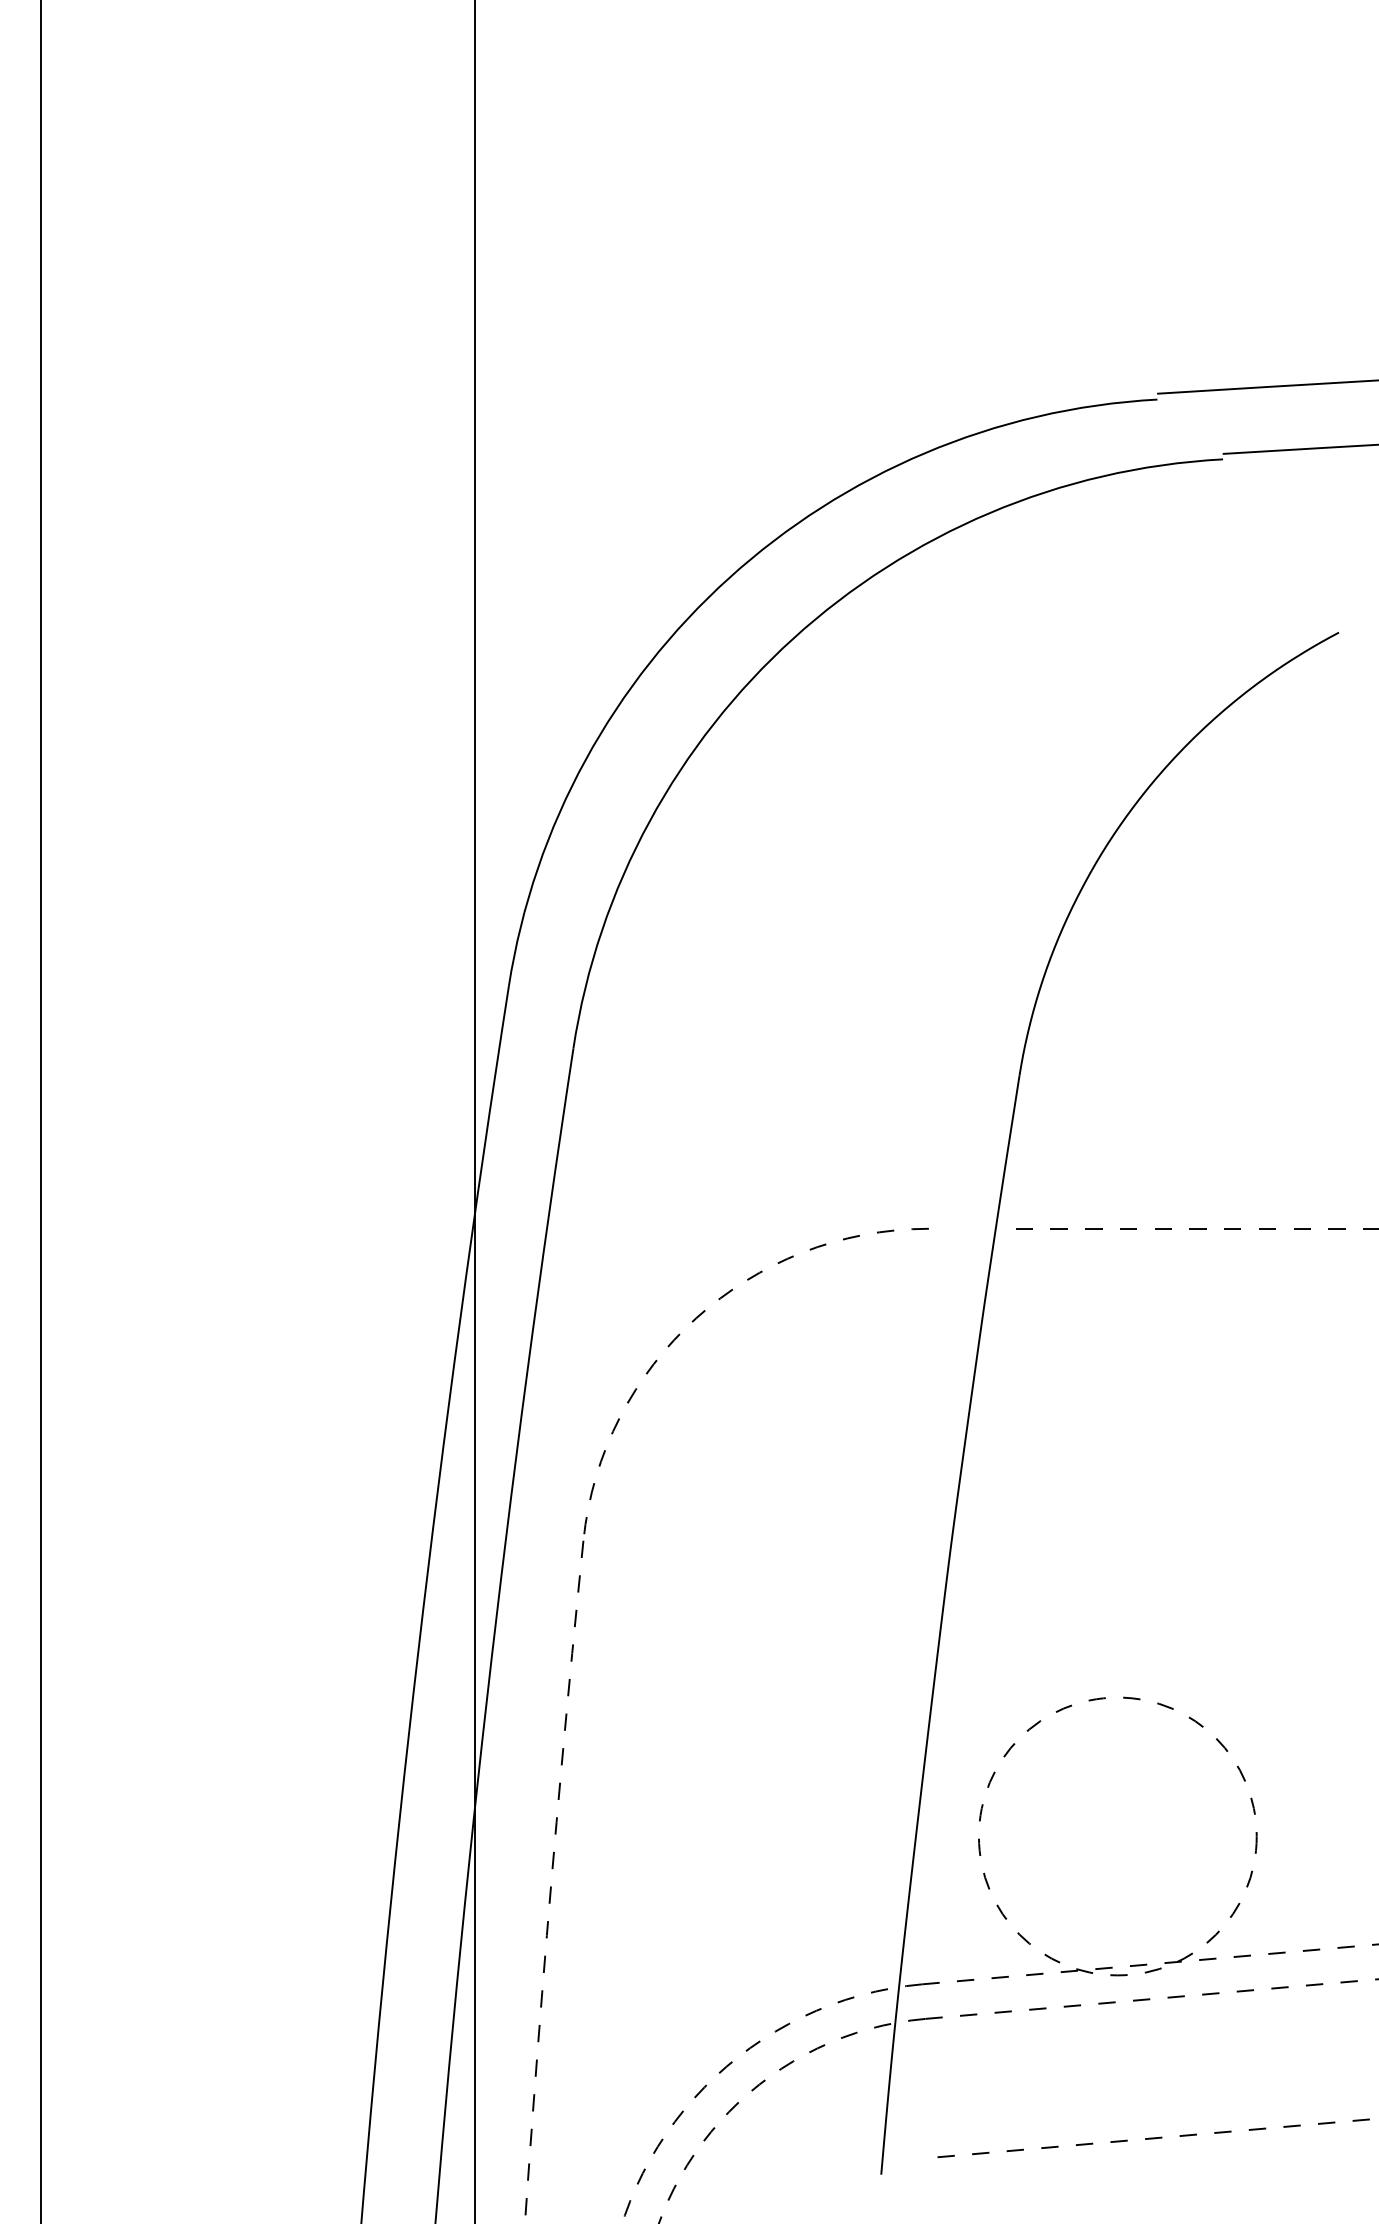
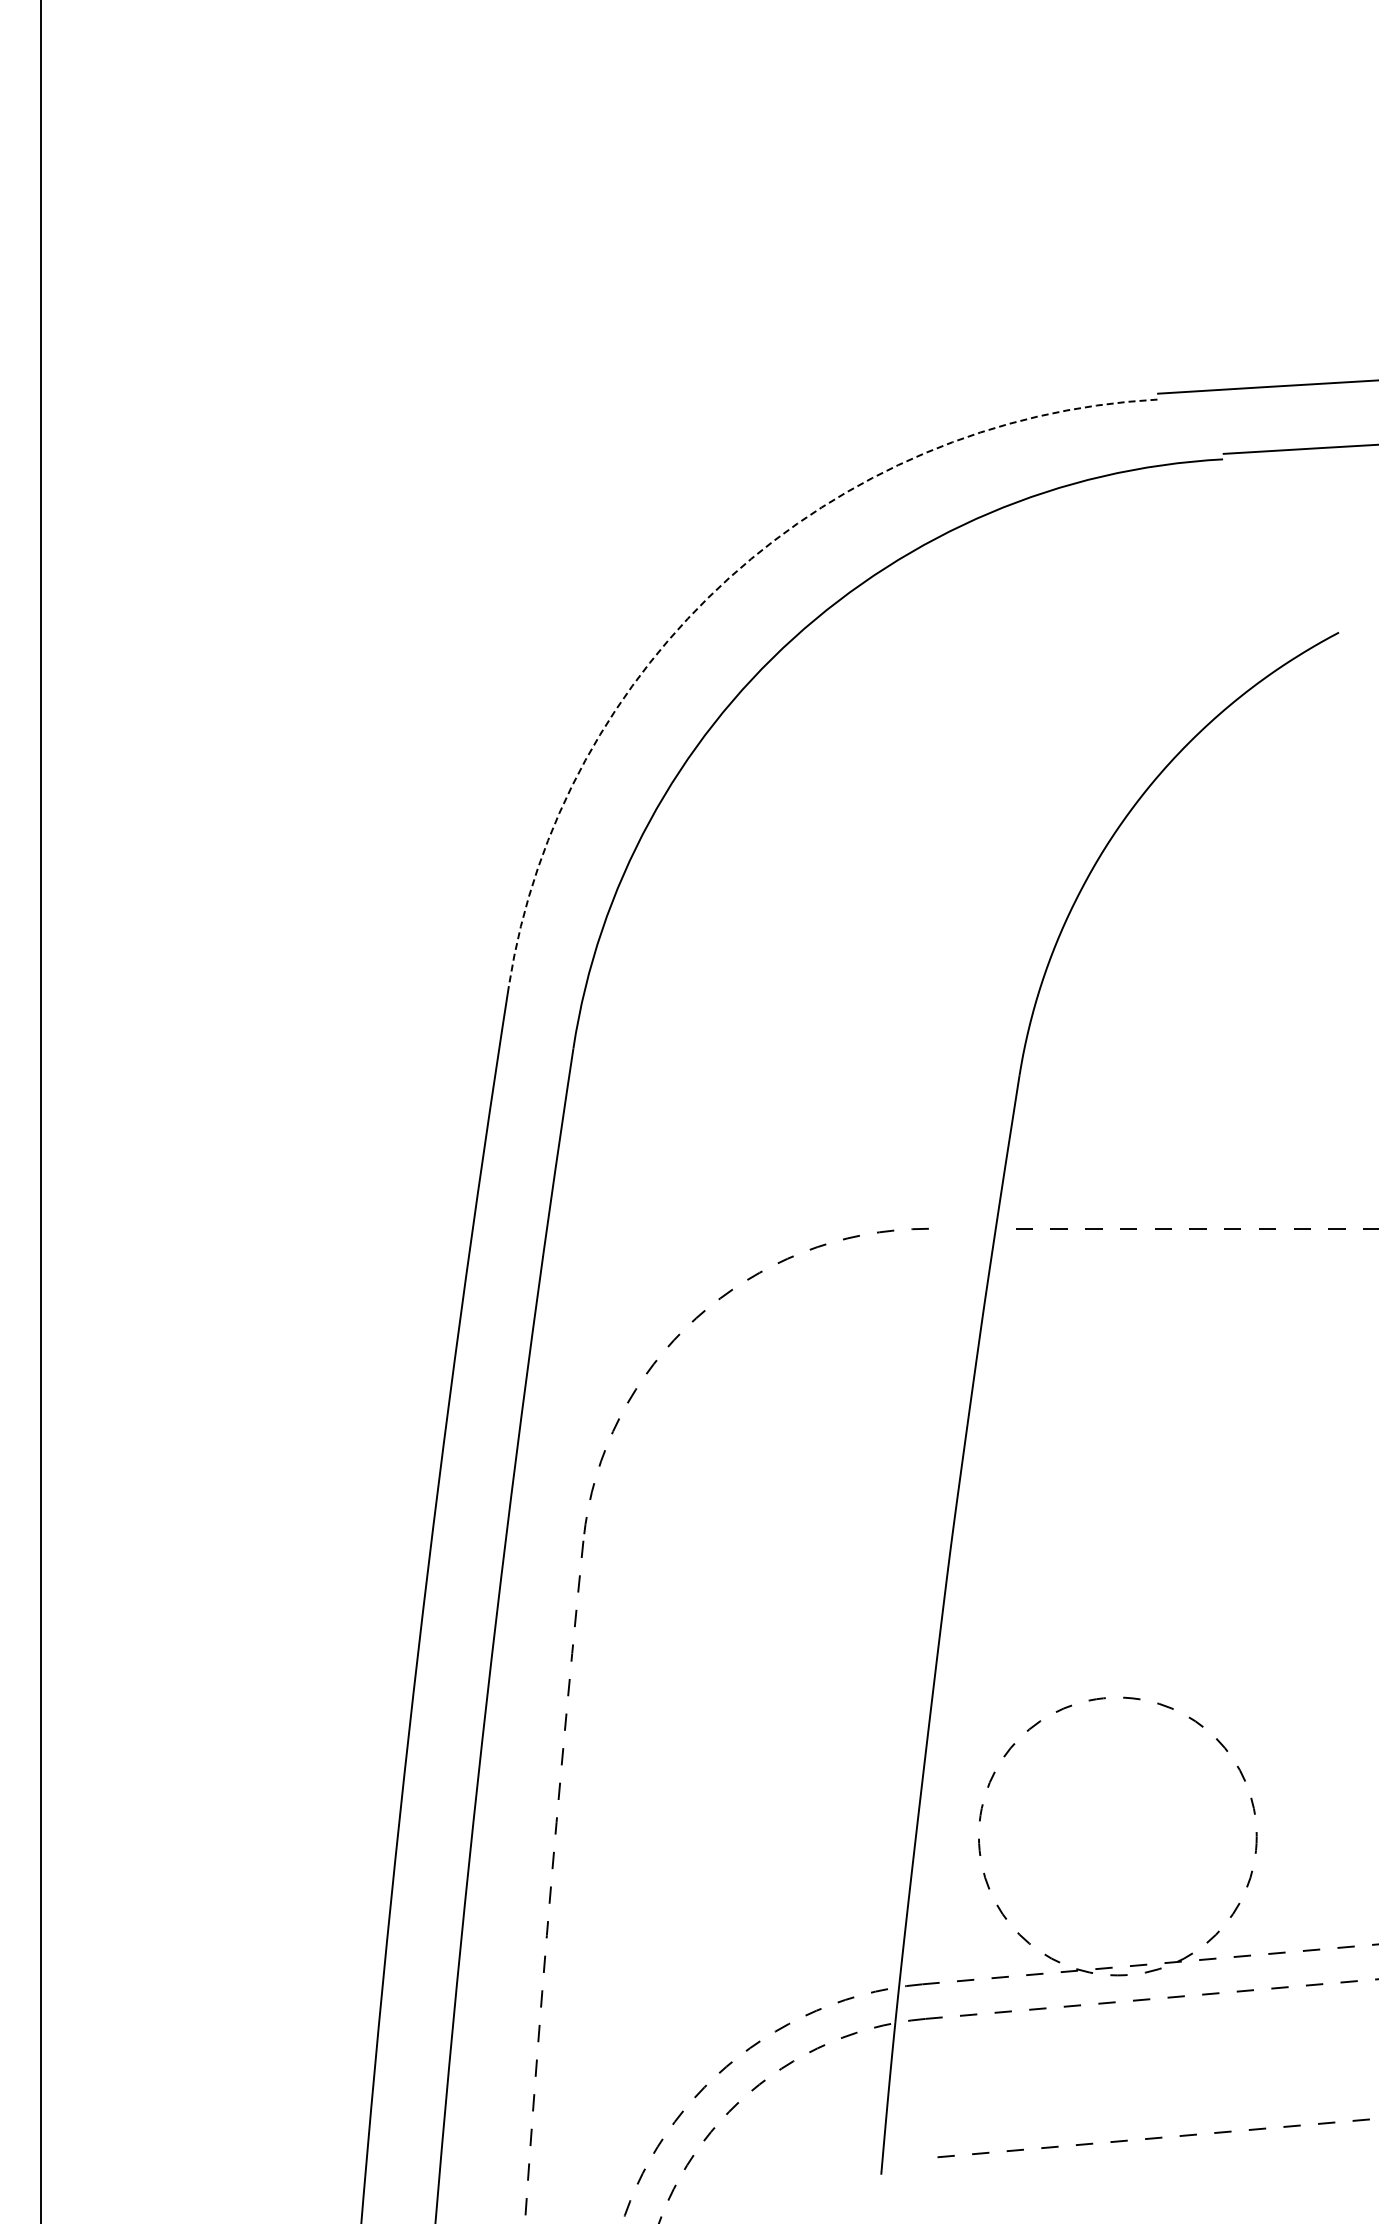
arc at (729, 577): solid -> dashed
line at (475, 1111): present -> none
